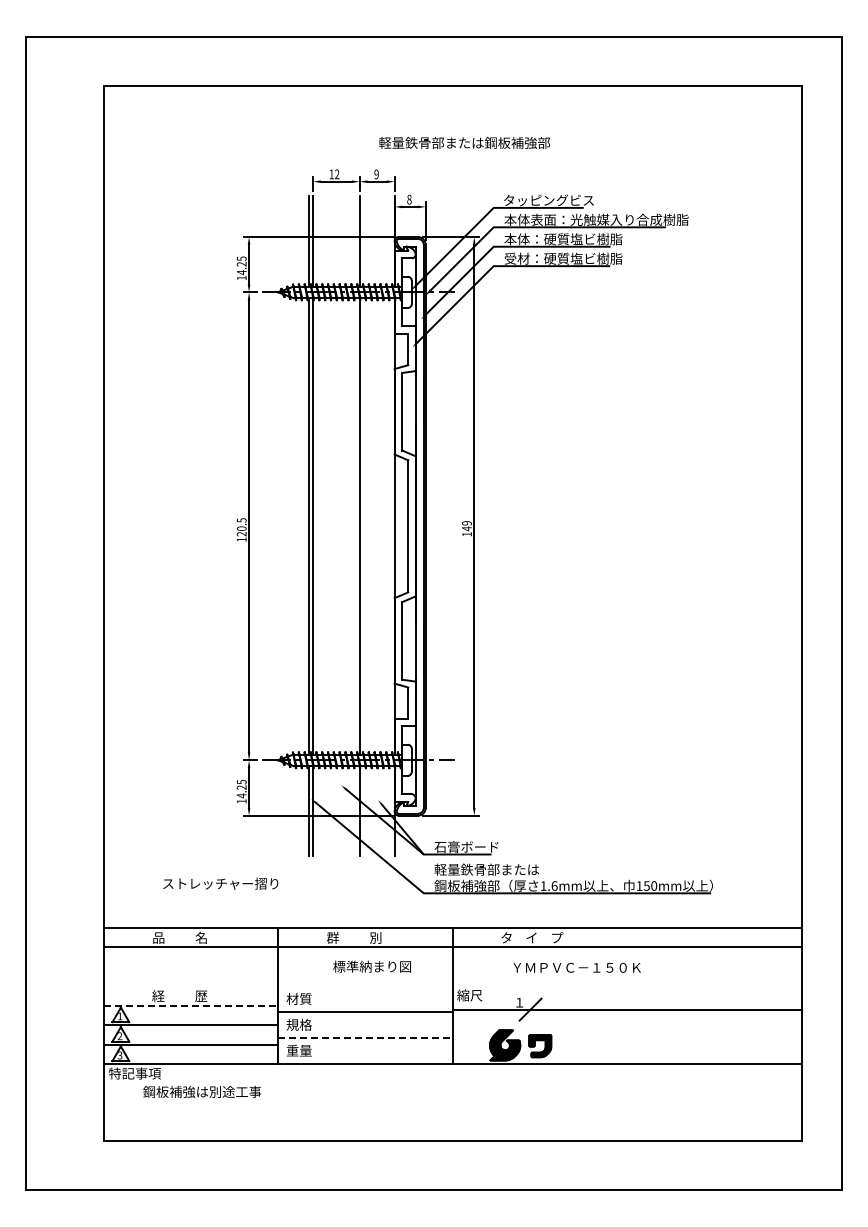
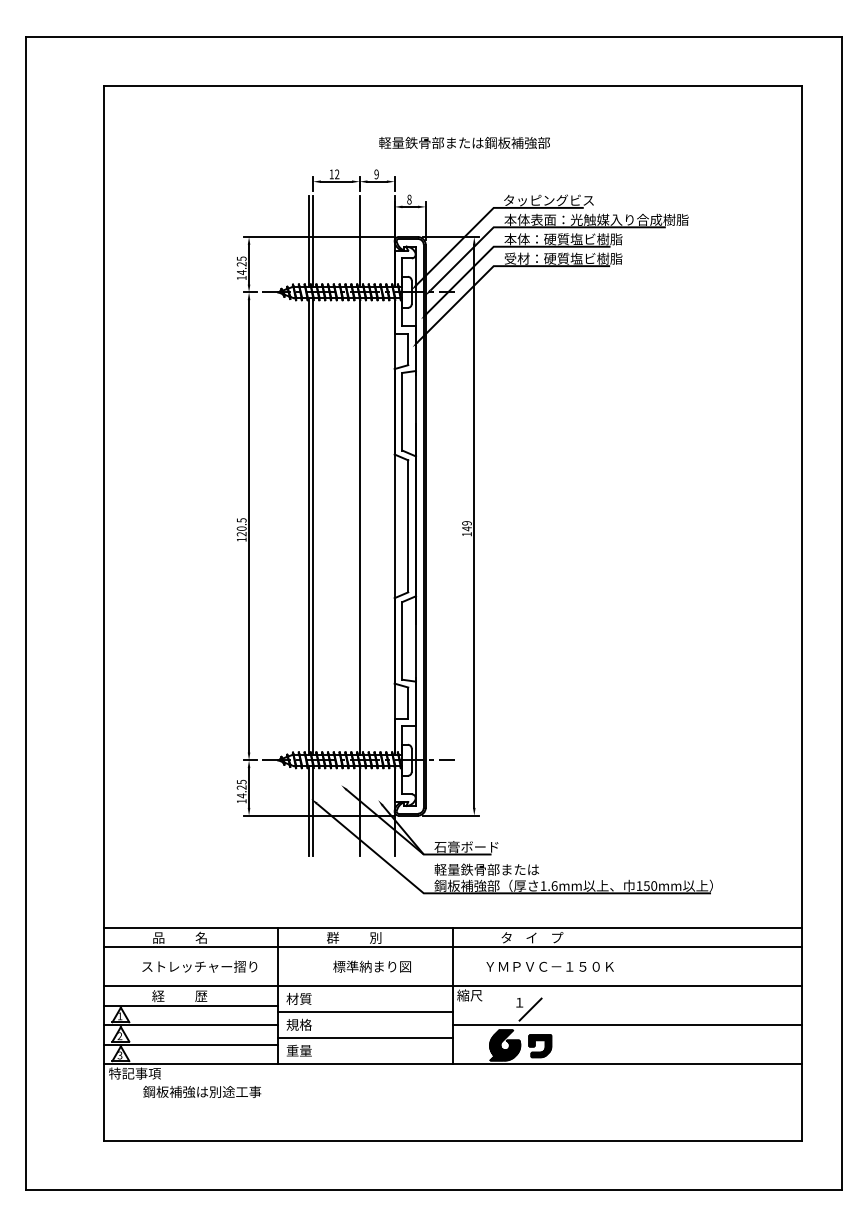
text at (220, 883) position: (220, 883) -> (199, 966)
text at (576, 967) position: (576, 967) -> (549, 966)
line at (452, 986): none -> present
line at (191, 1005): dashed -> solid
line at (626, 1010) position: (626, 1010) -> (626, 1025)
line at (366, 1038): dashed -> solid
